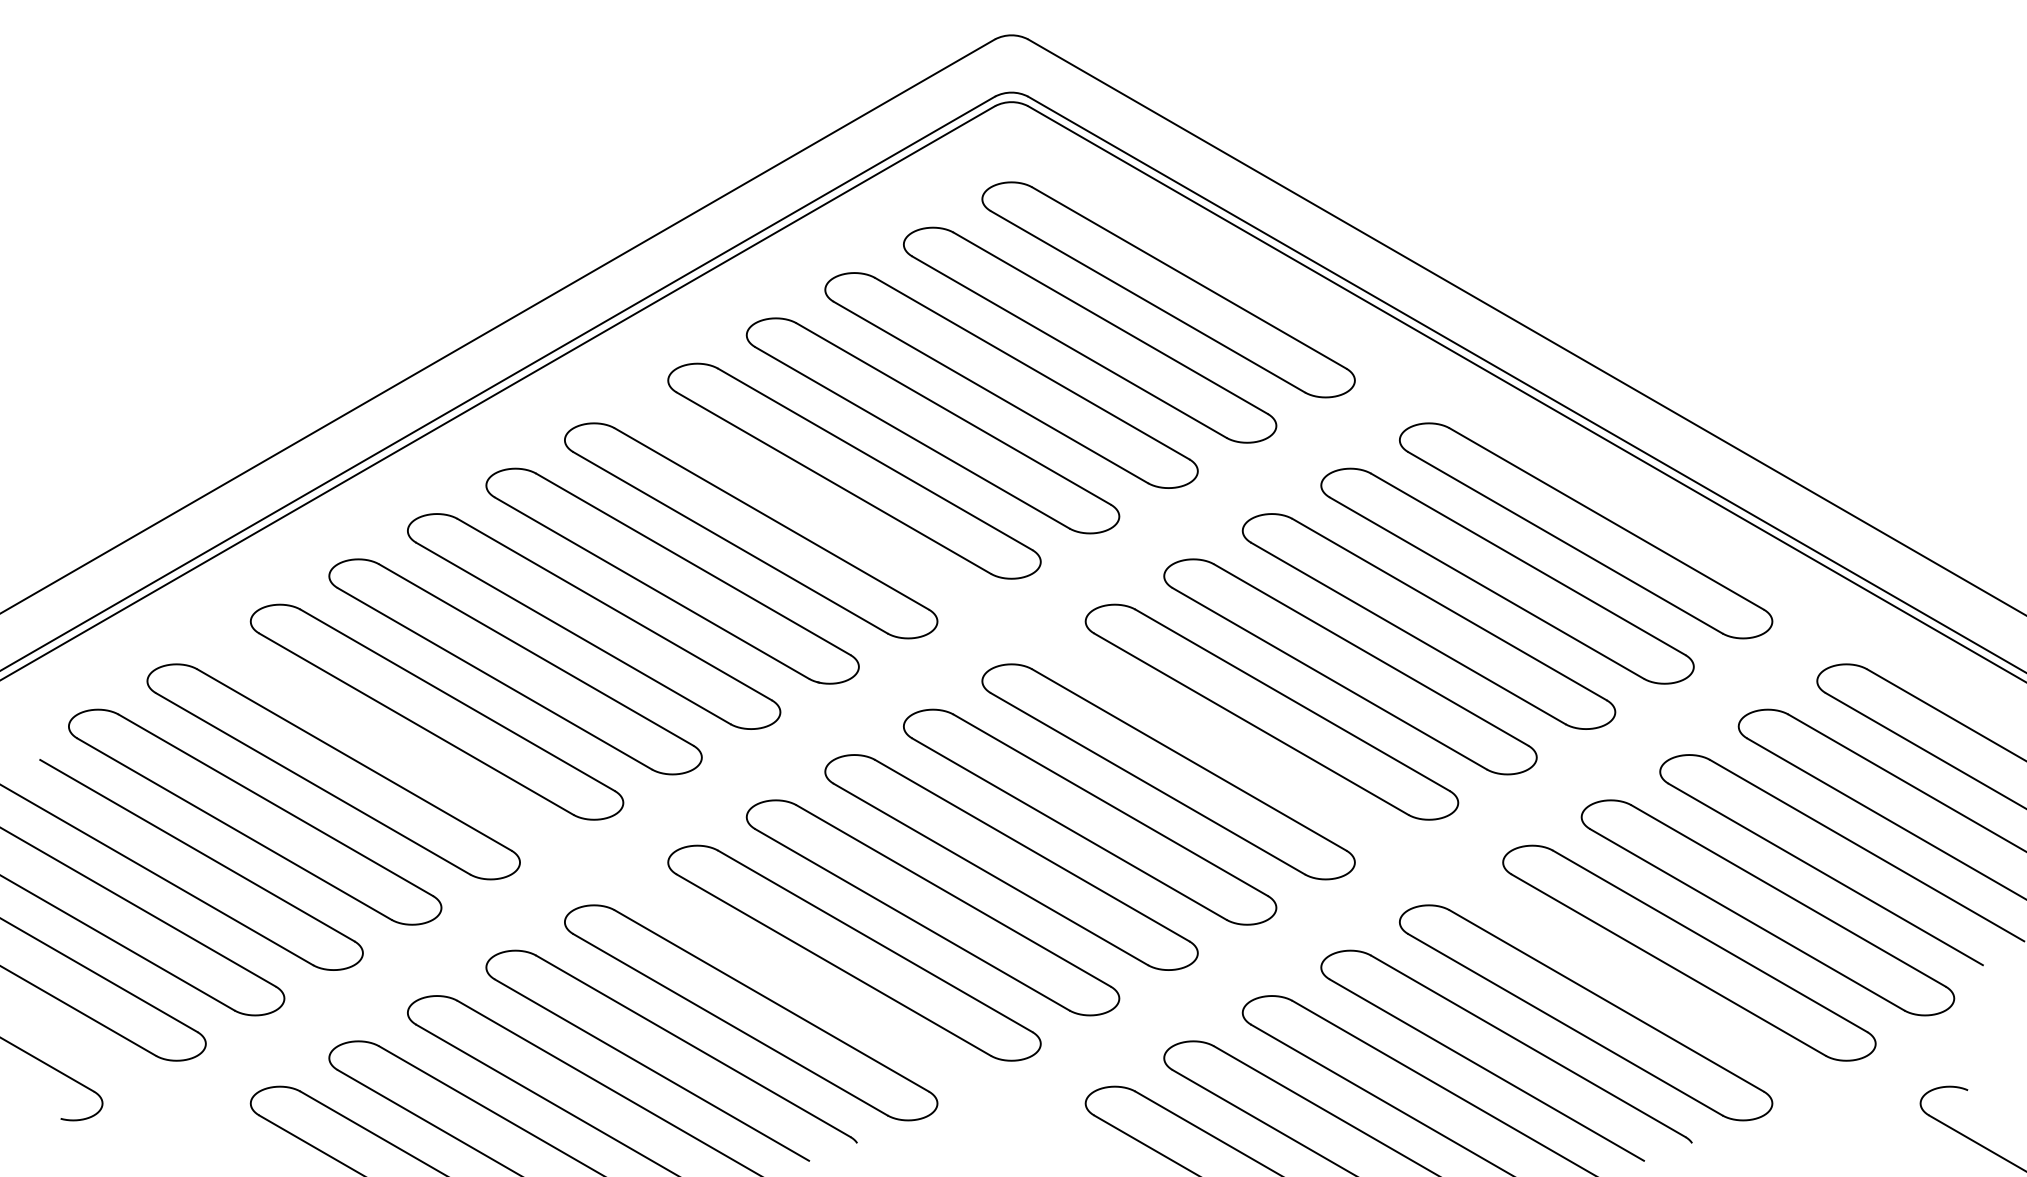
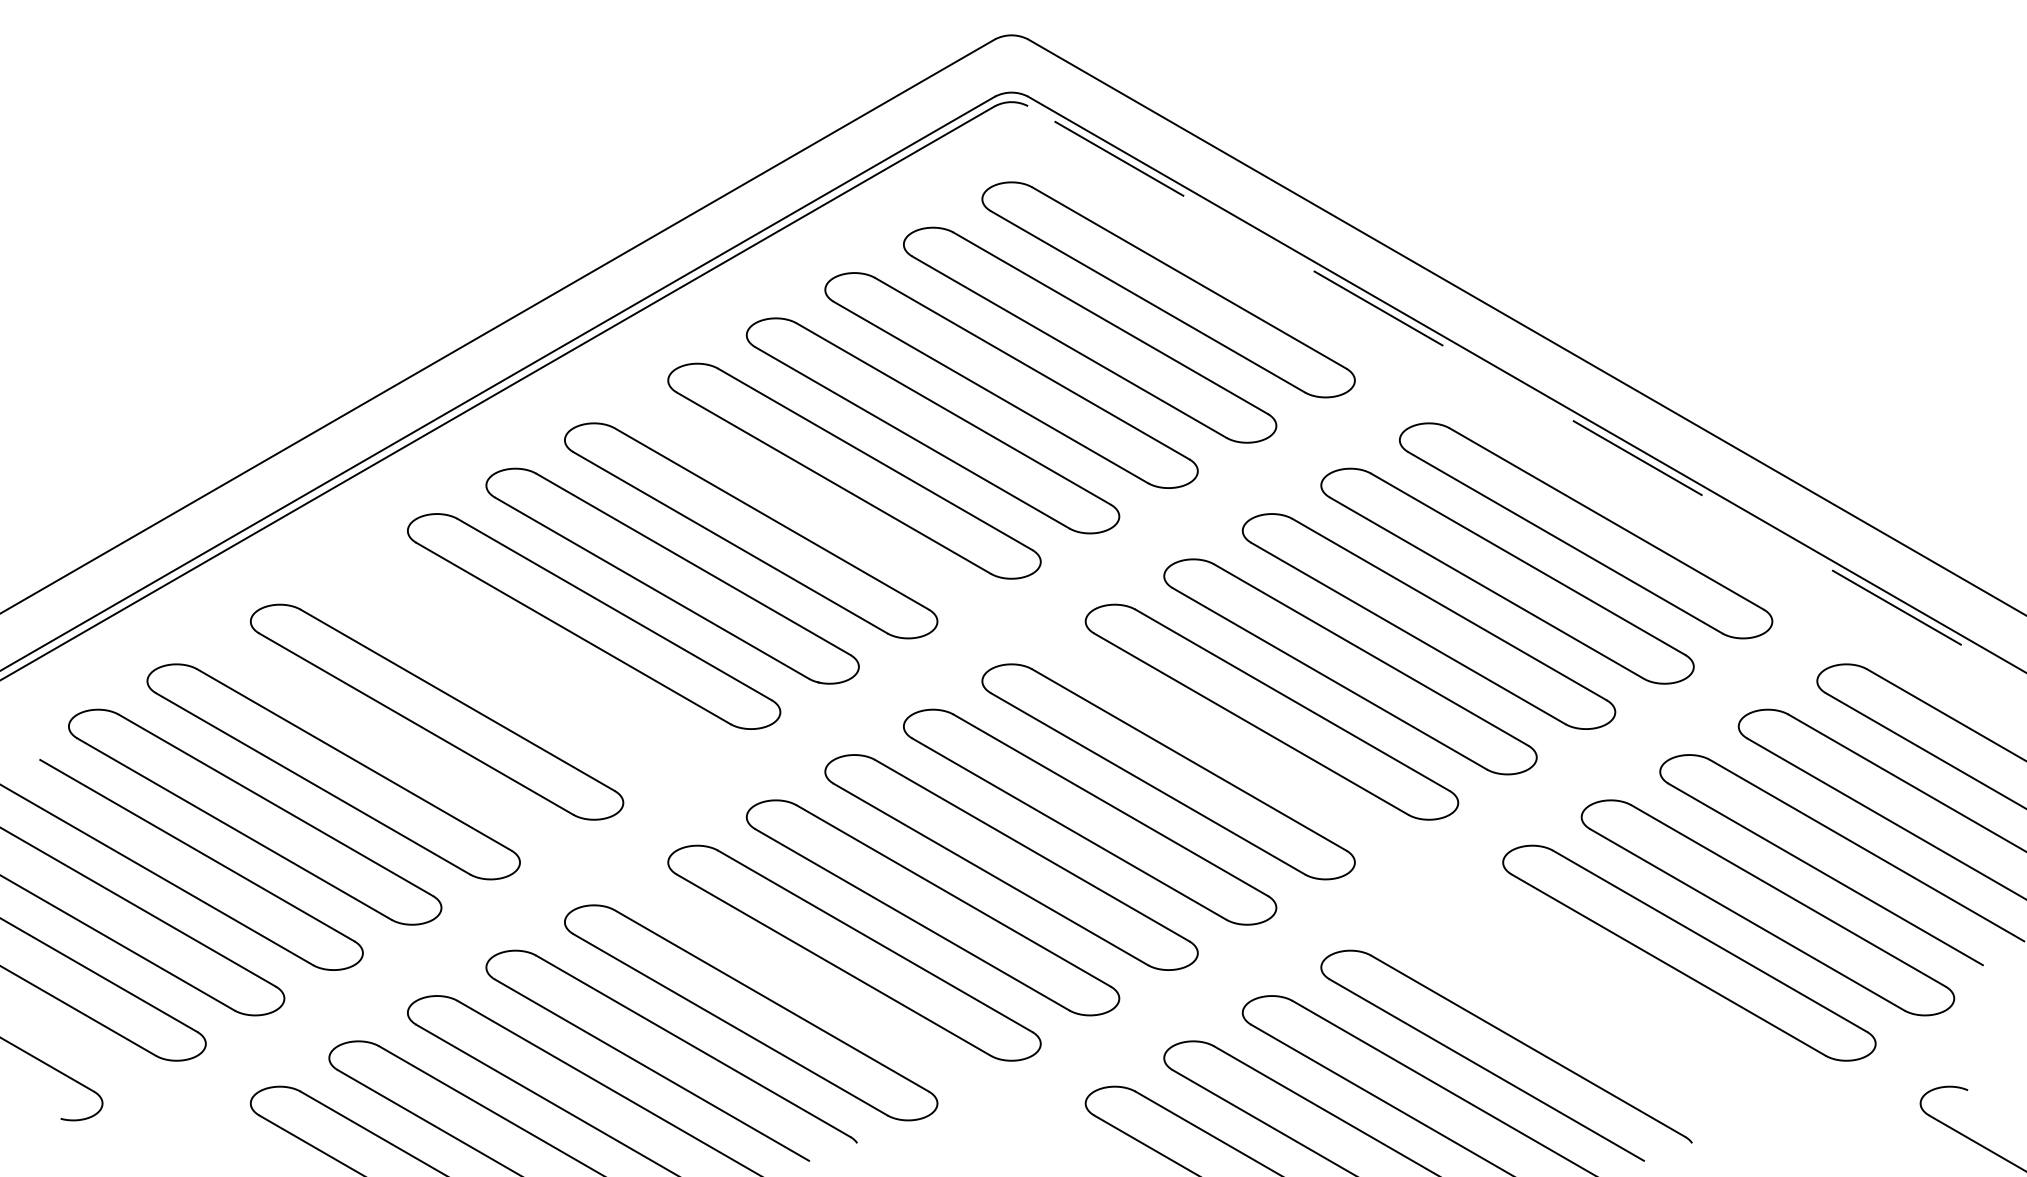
line at (1526, 394): solid -> dashed
part at (515, 666): present -> none
part at (1586, 1012): present -> none
